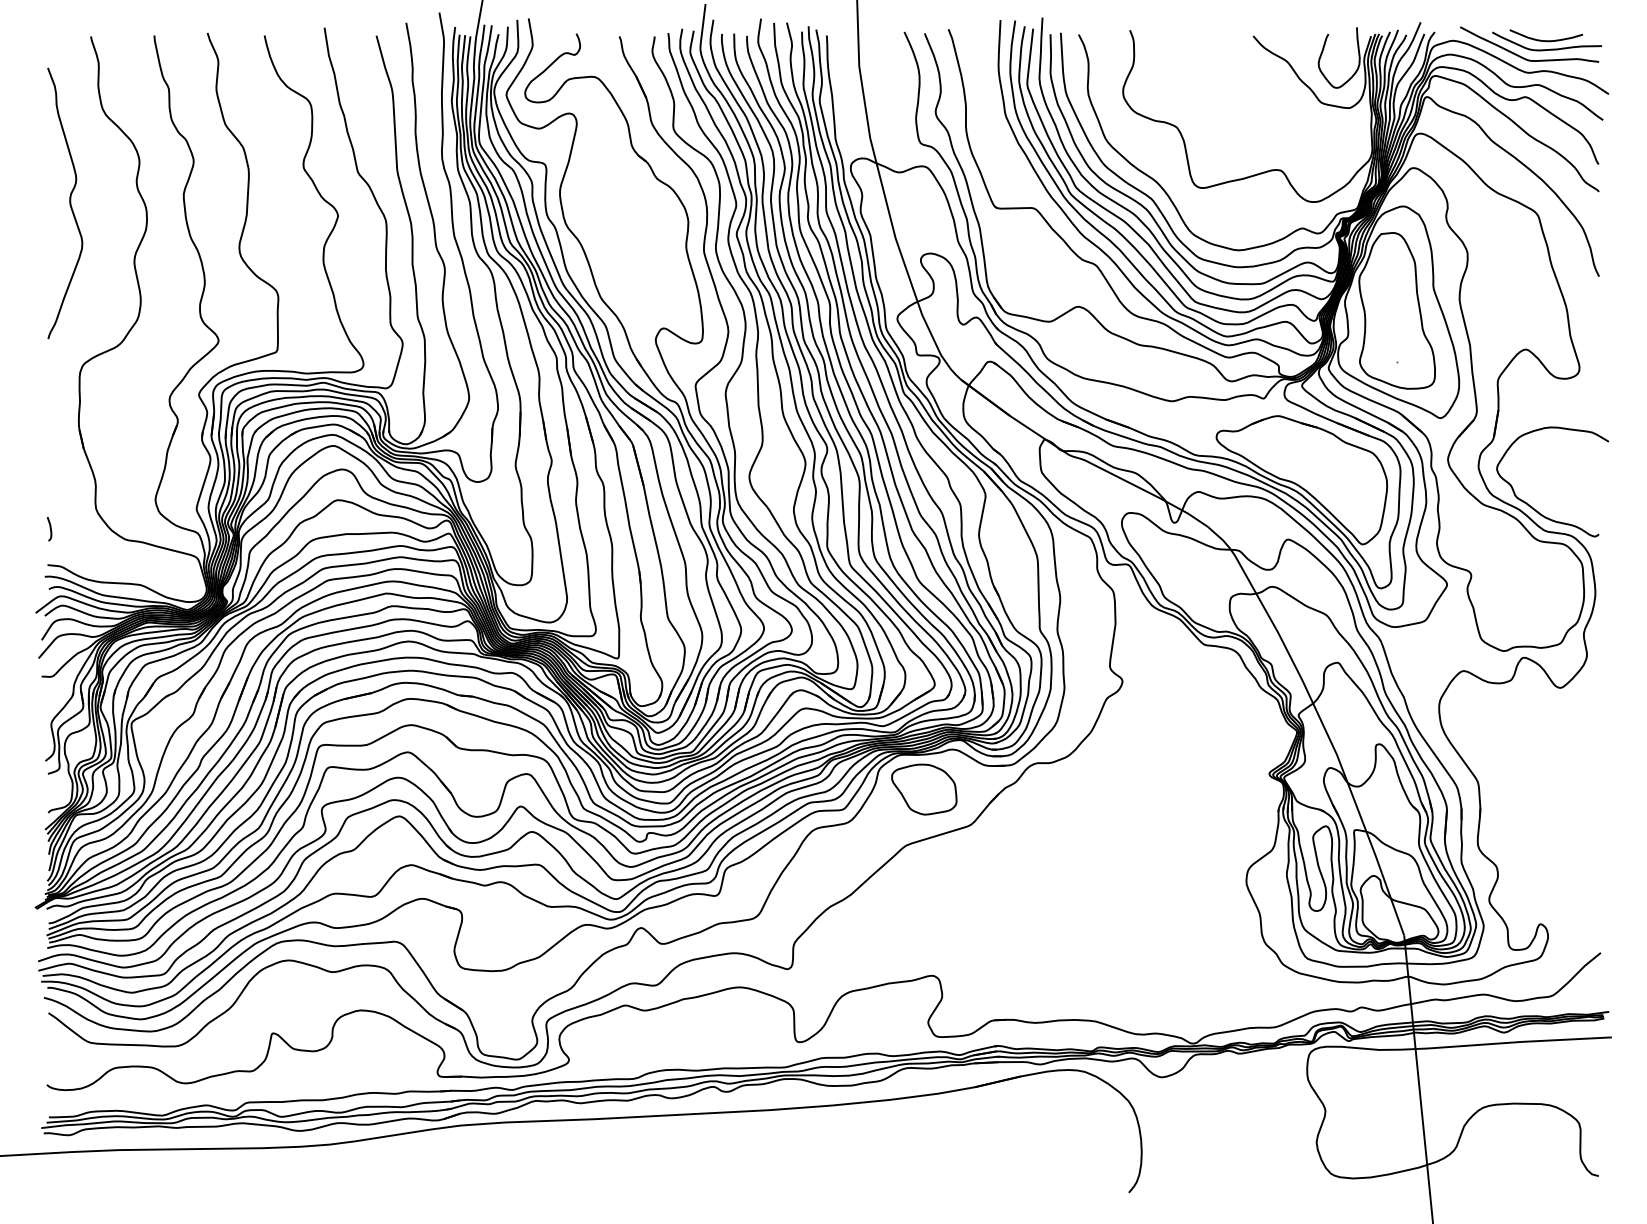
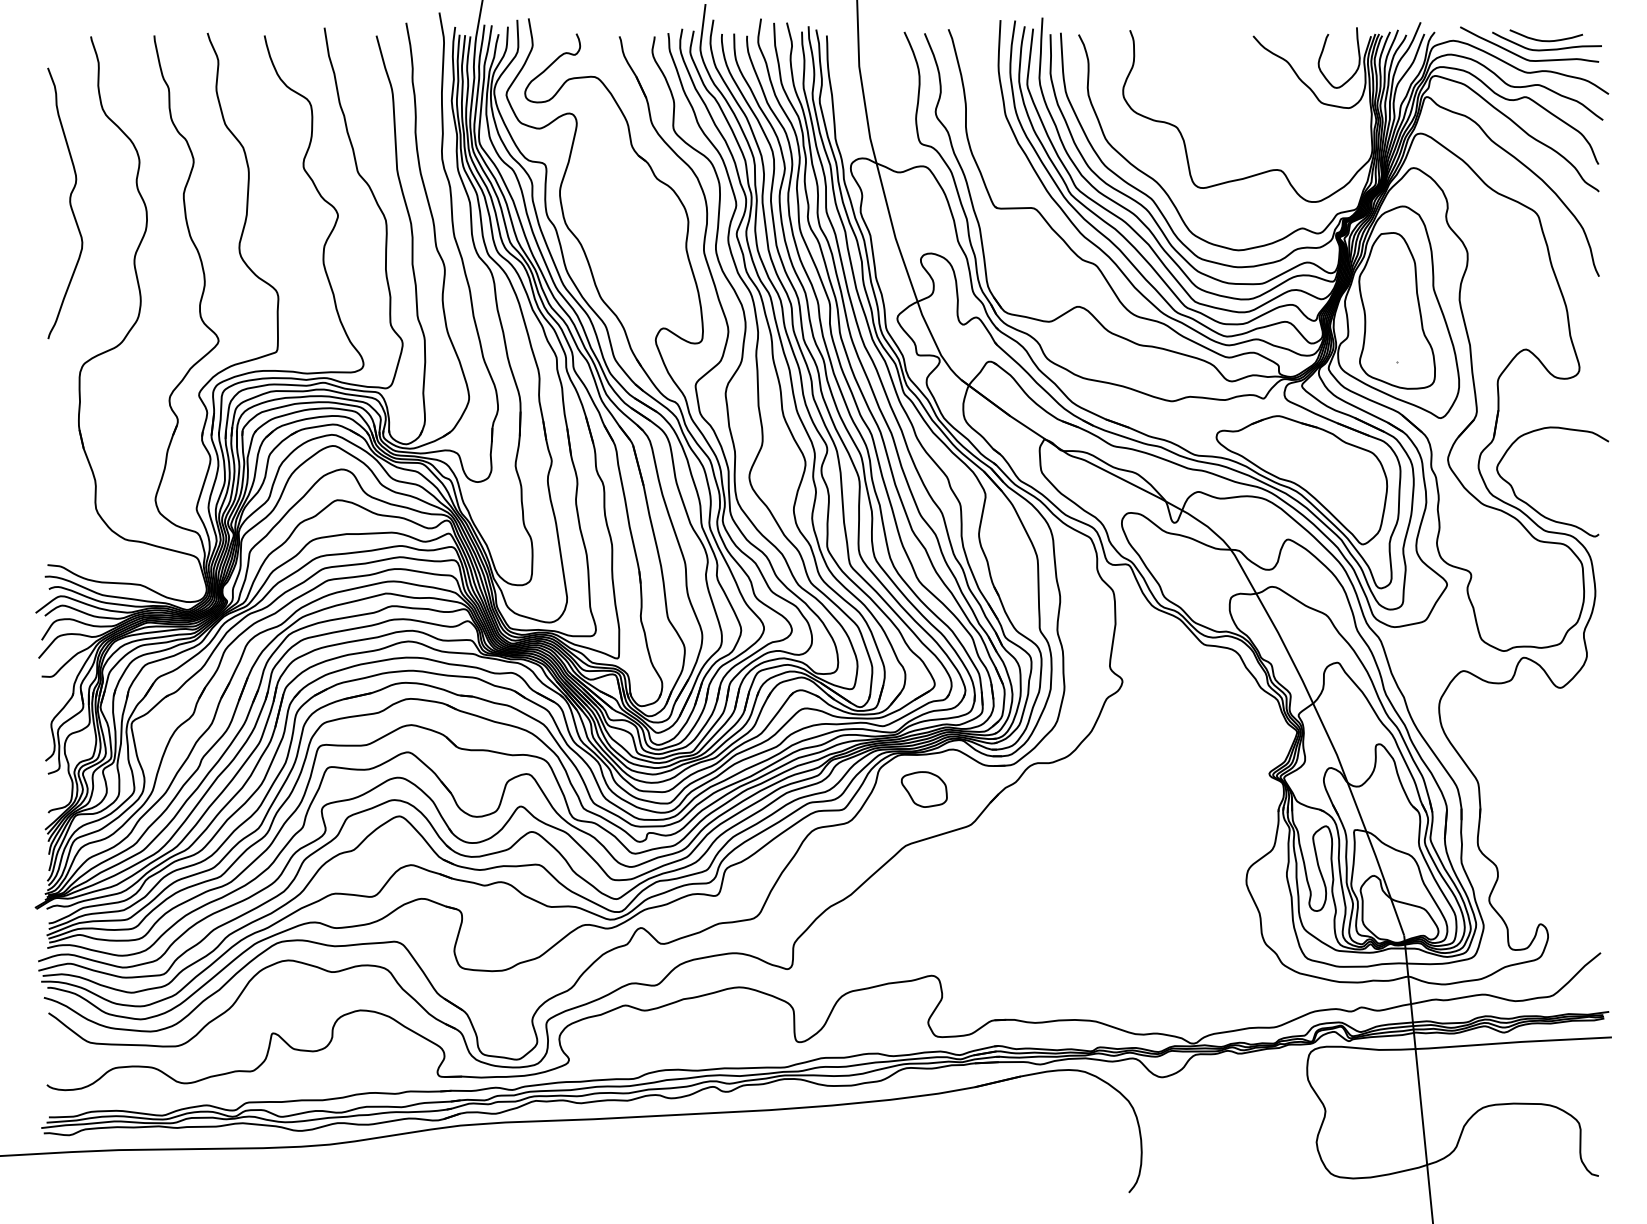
curve at (49, 528): present -> none
part at (924, 789) size: 67x53 px -> 48x37 px
